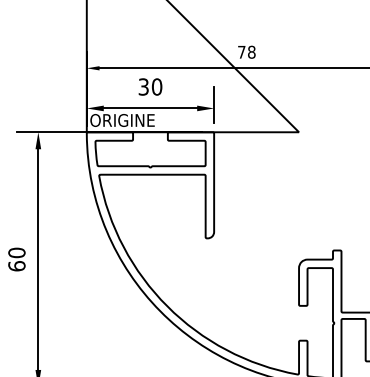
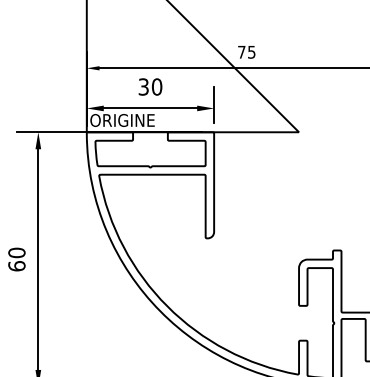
text at (251, 51): 78 -> 75
